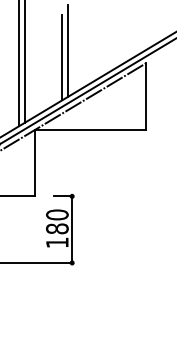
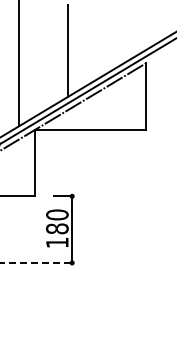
line at (62, 57): present -> none
line at (25, 62): present -> none
line at (36, 262): solid -> dashed
